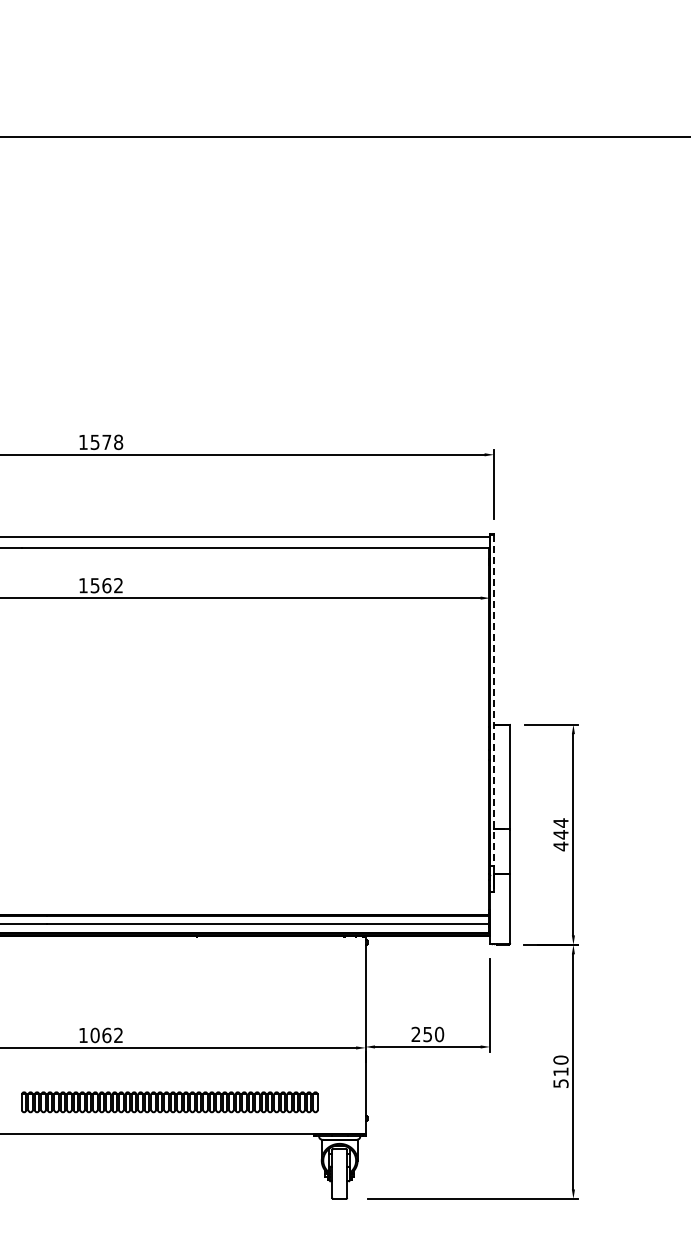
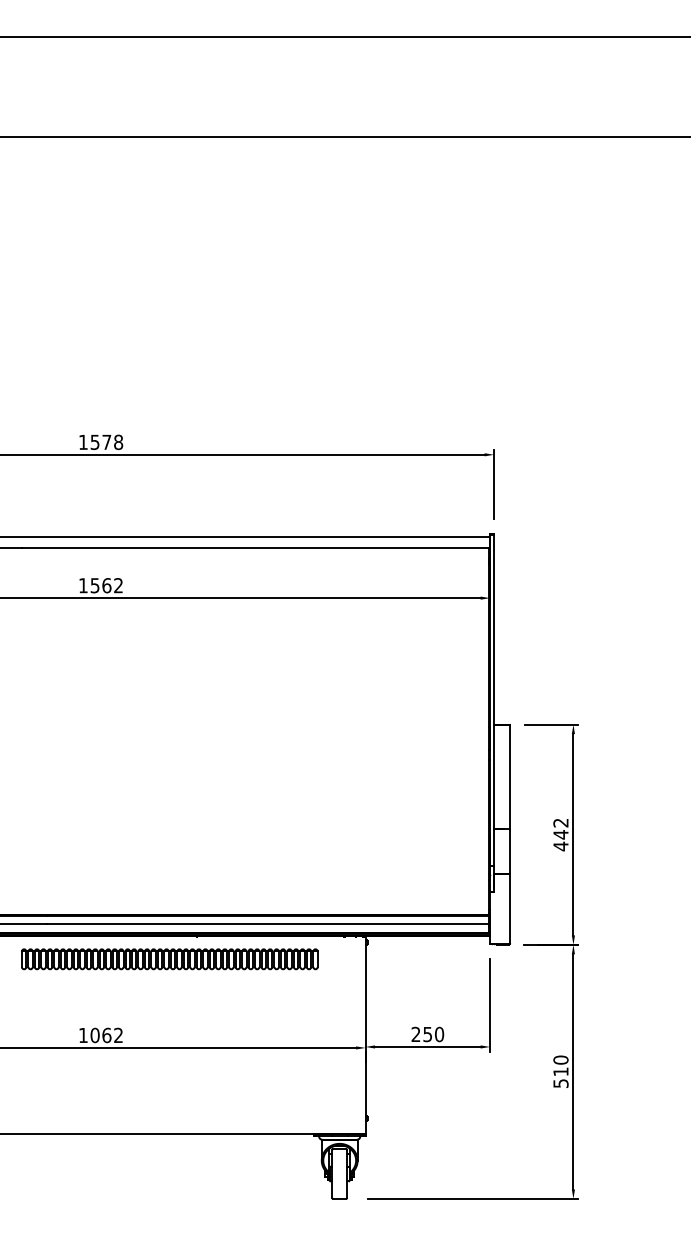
line at (344, 37): none -> present
line at (494, 700): dashed -> solid
text at (560, 822): 444 -> 442
part at (169, 1102) position: (169, 1102) -> (169, 959)
